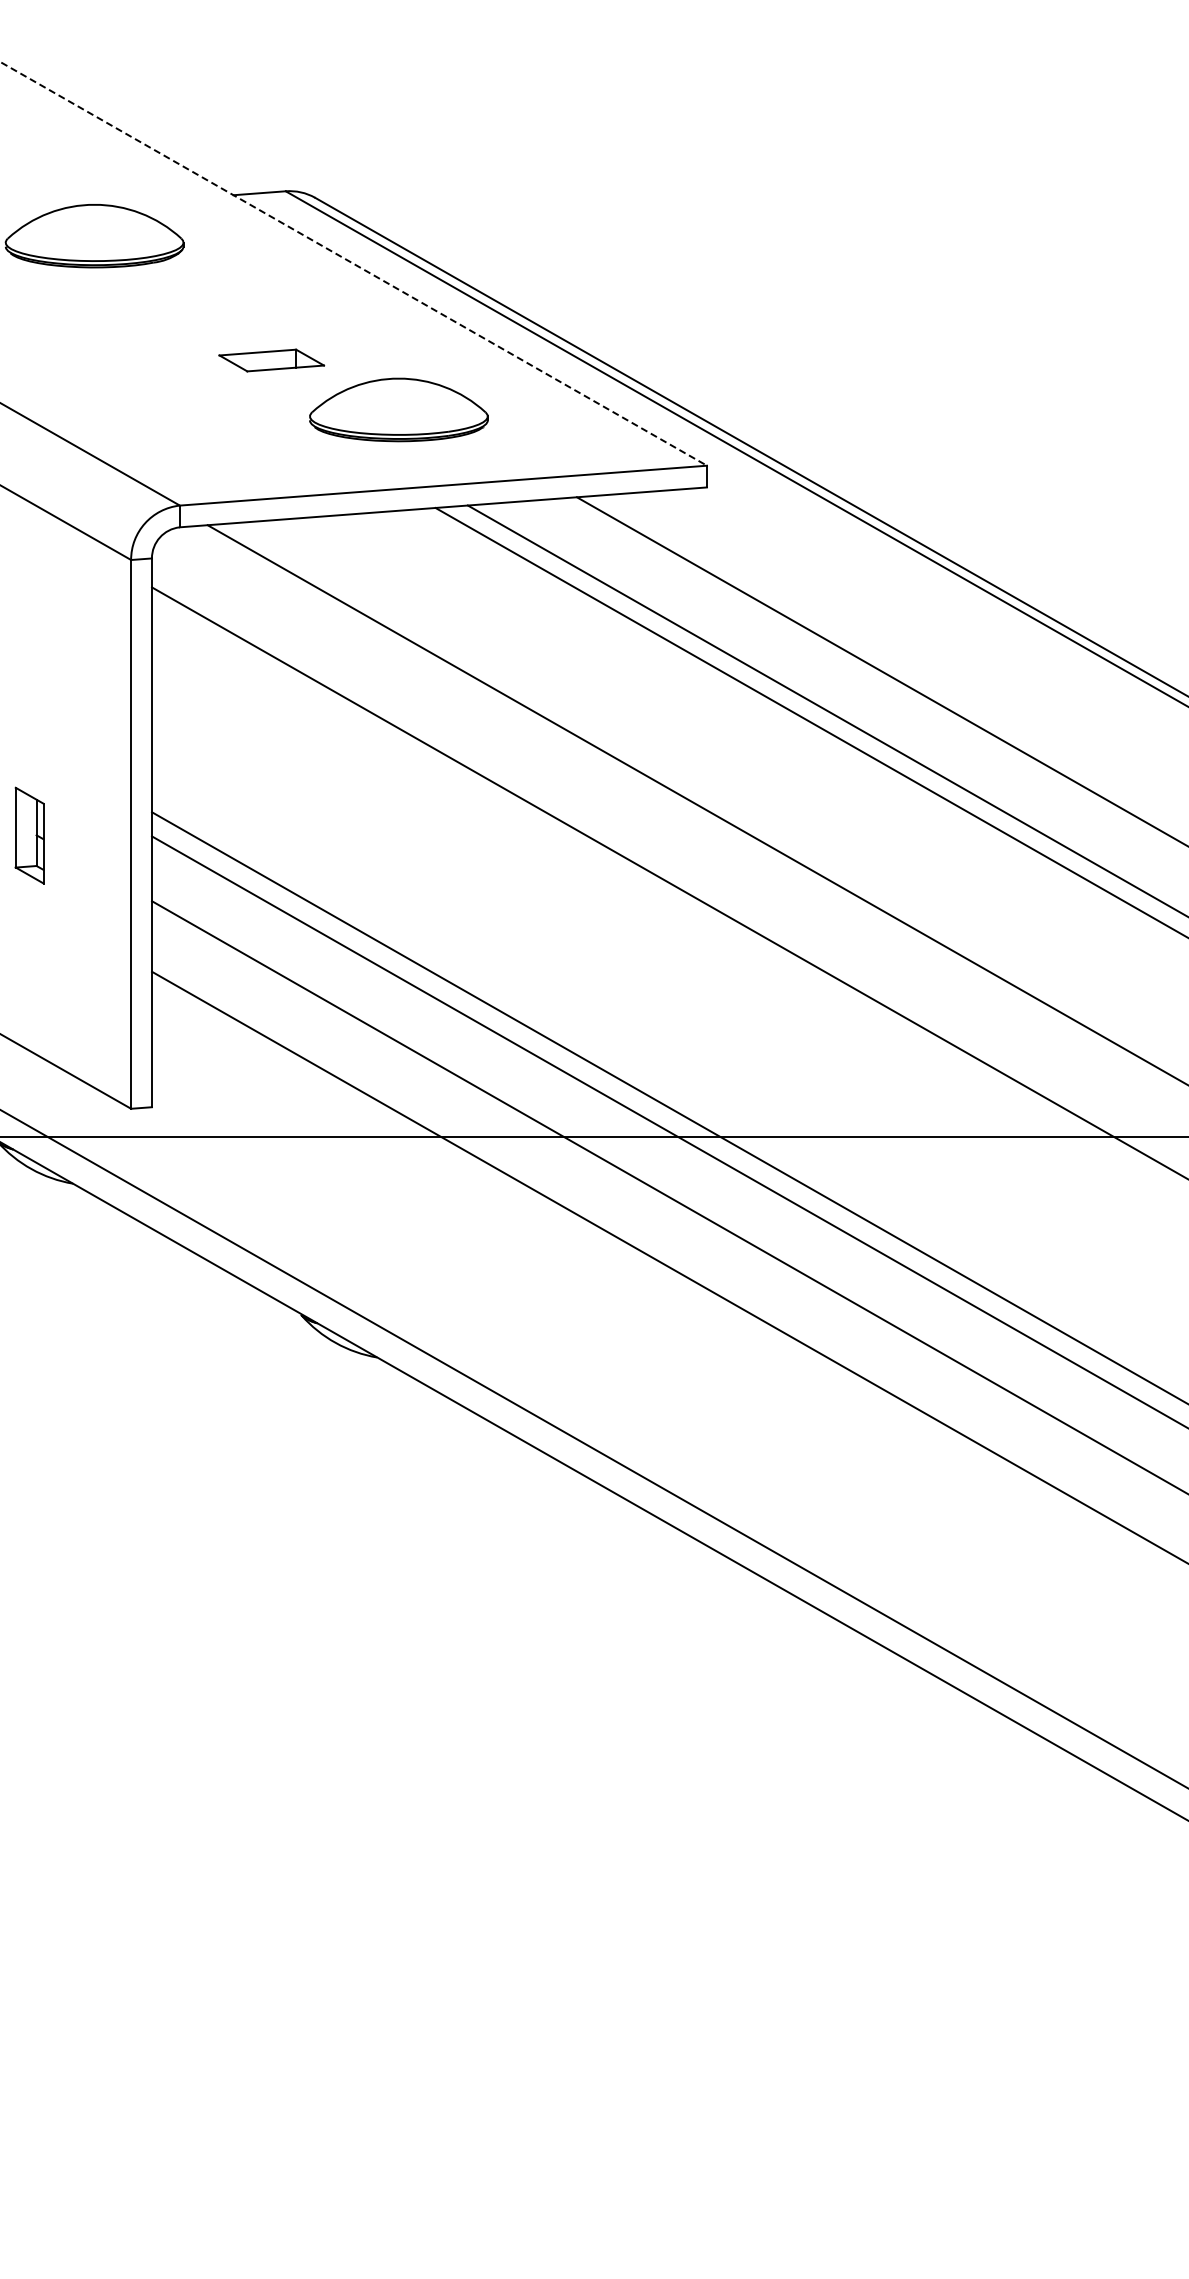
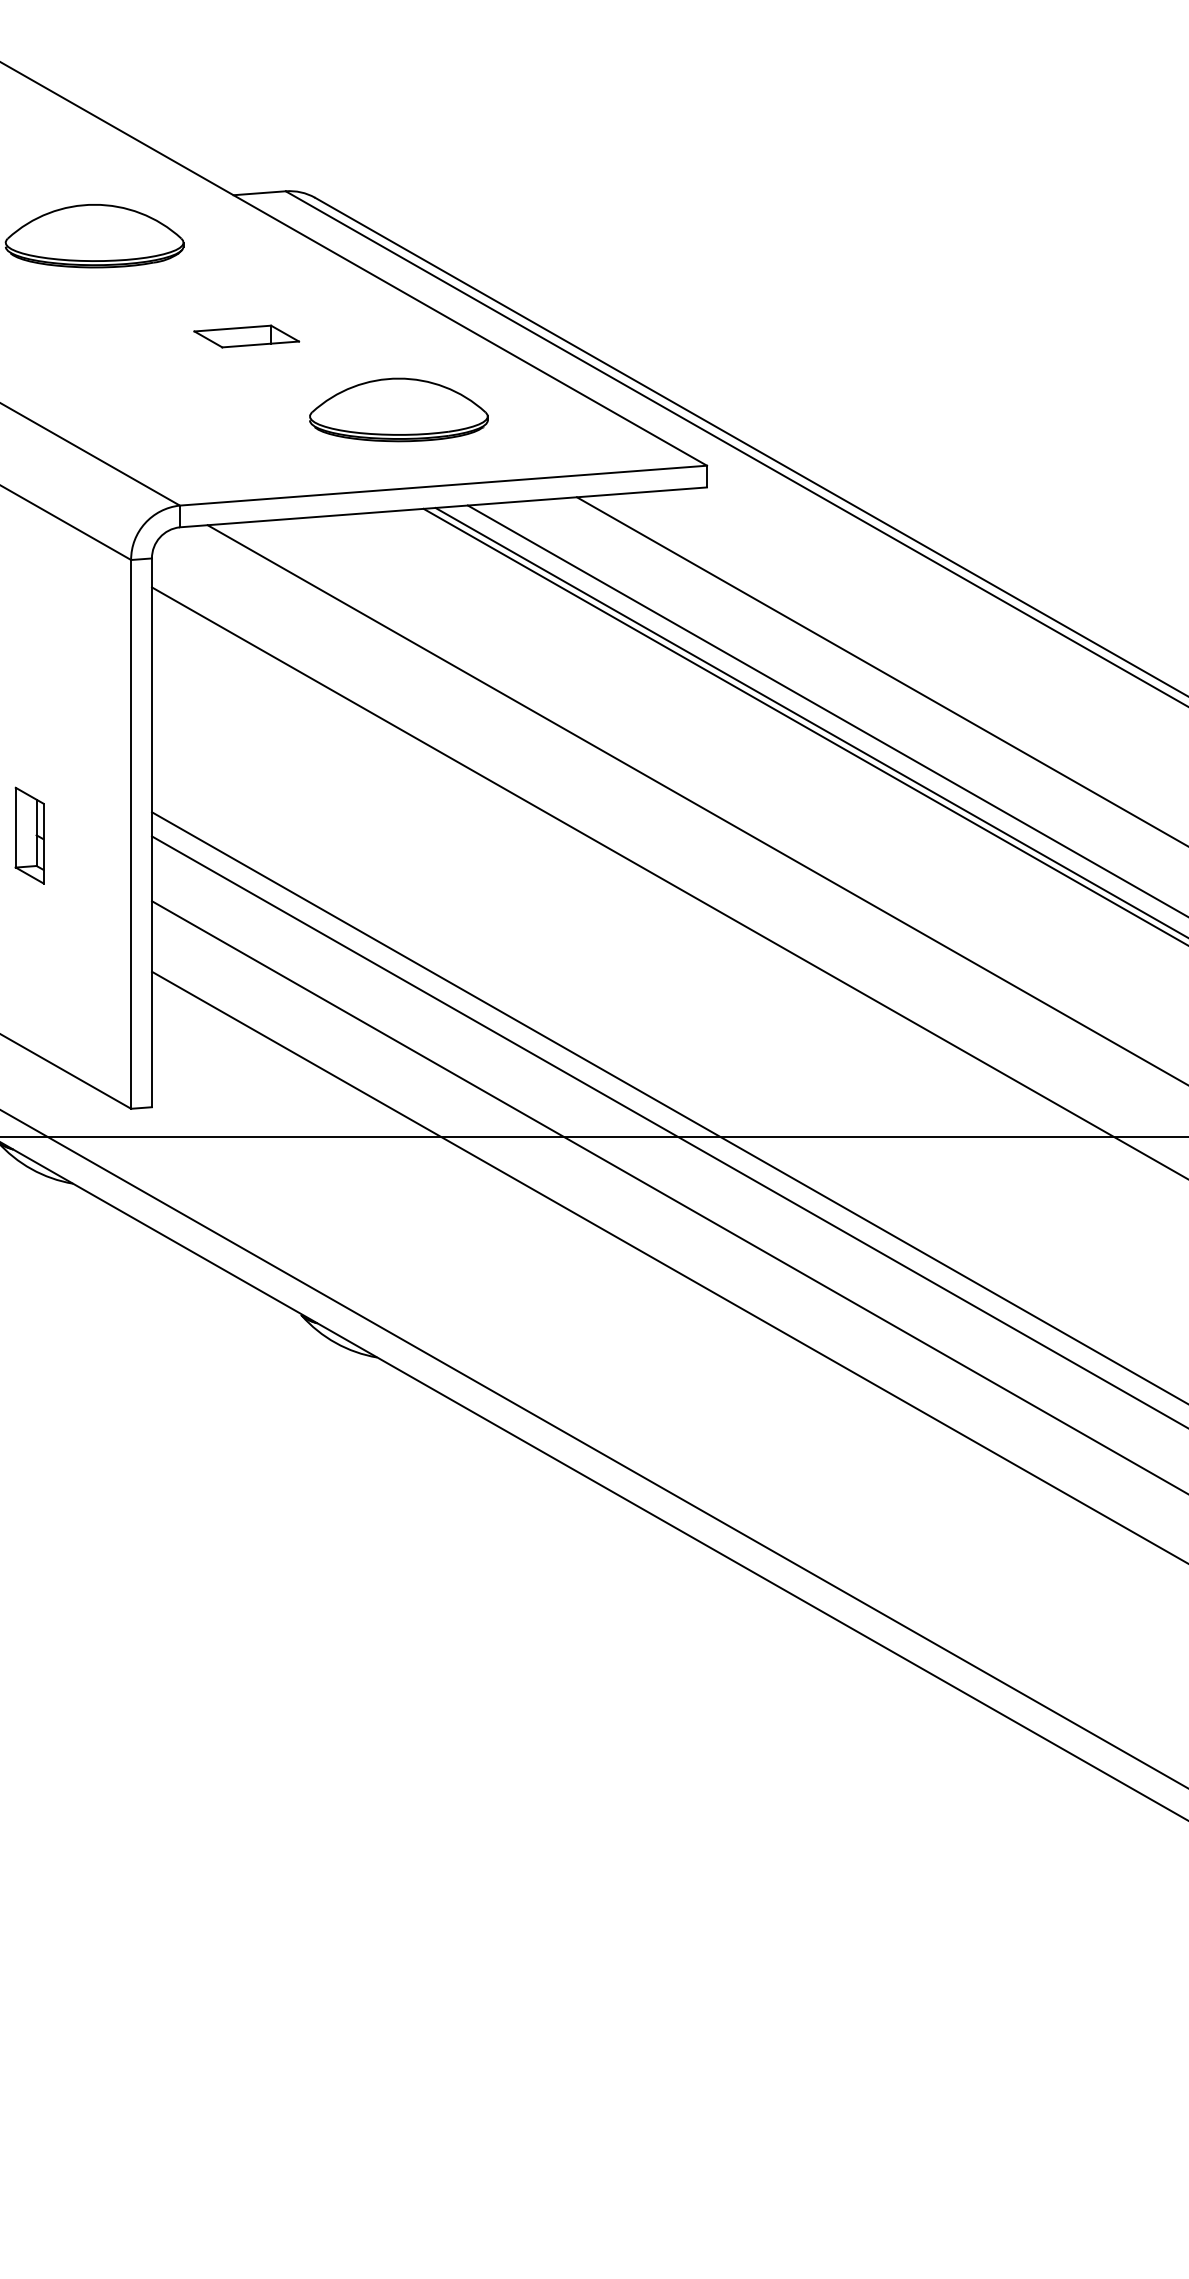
line at (353, 263): dashed -> solid
part at (271, 360) position: (271, 360) -> (246, 336)
line at (804, 725): none -> present
